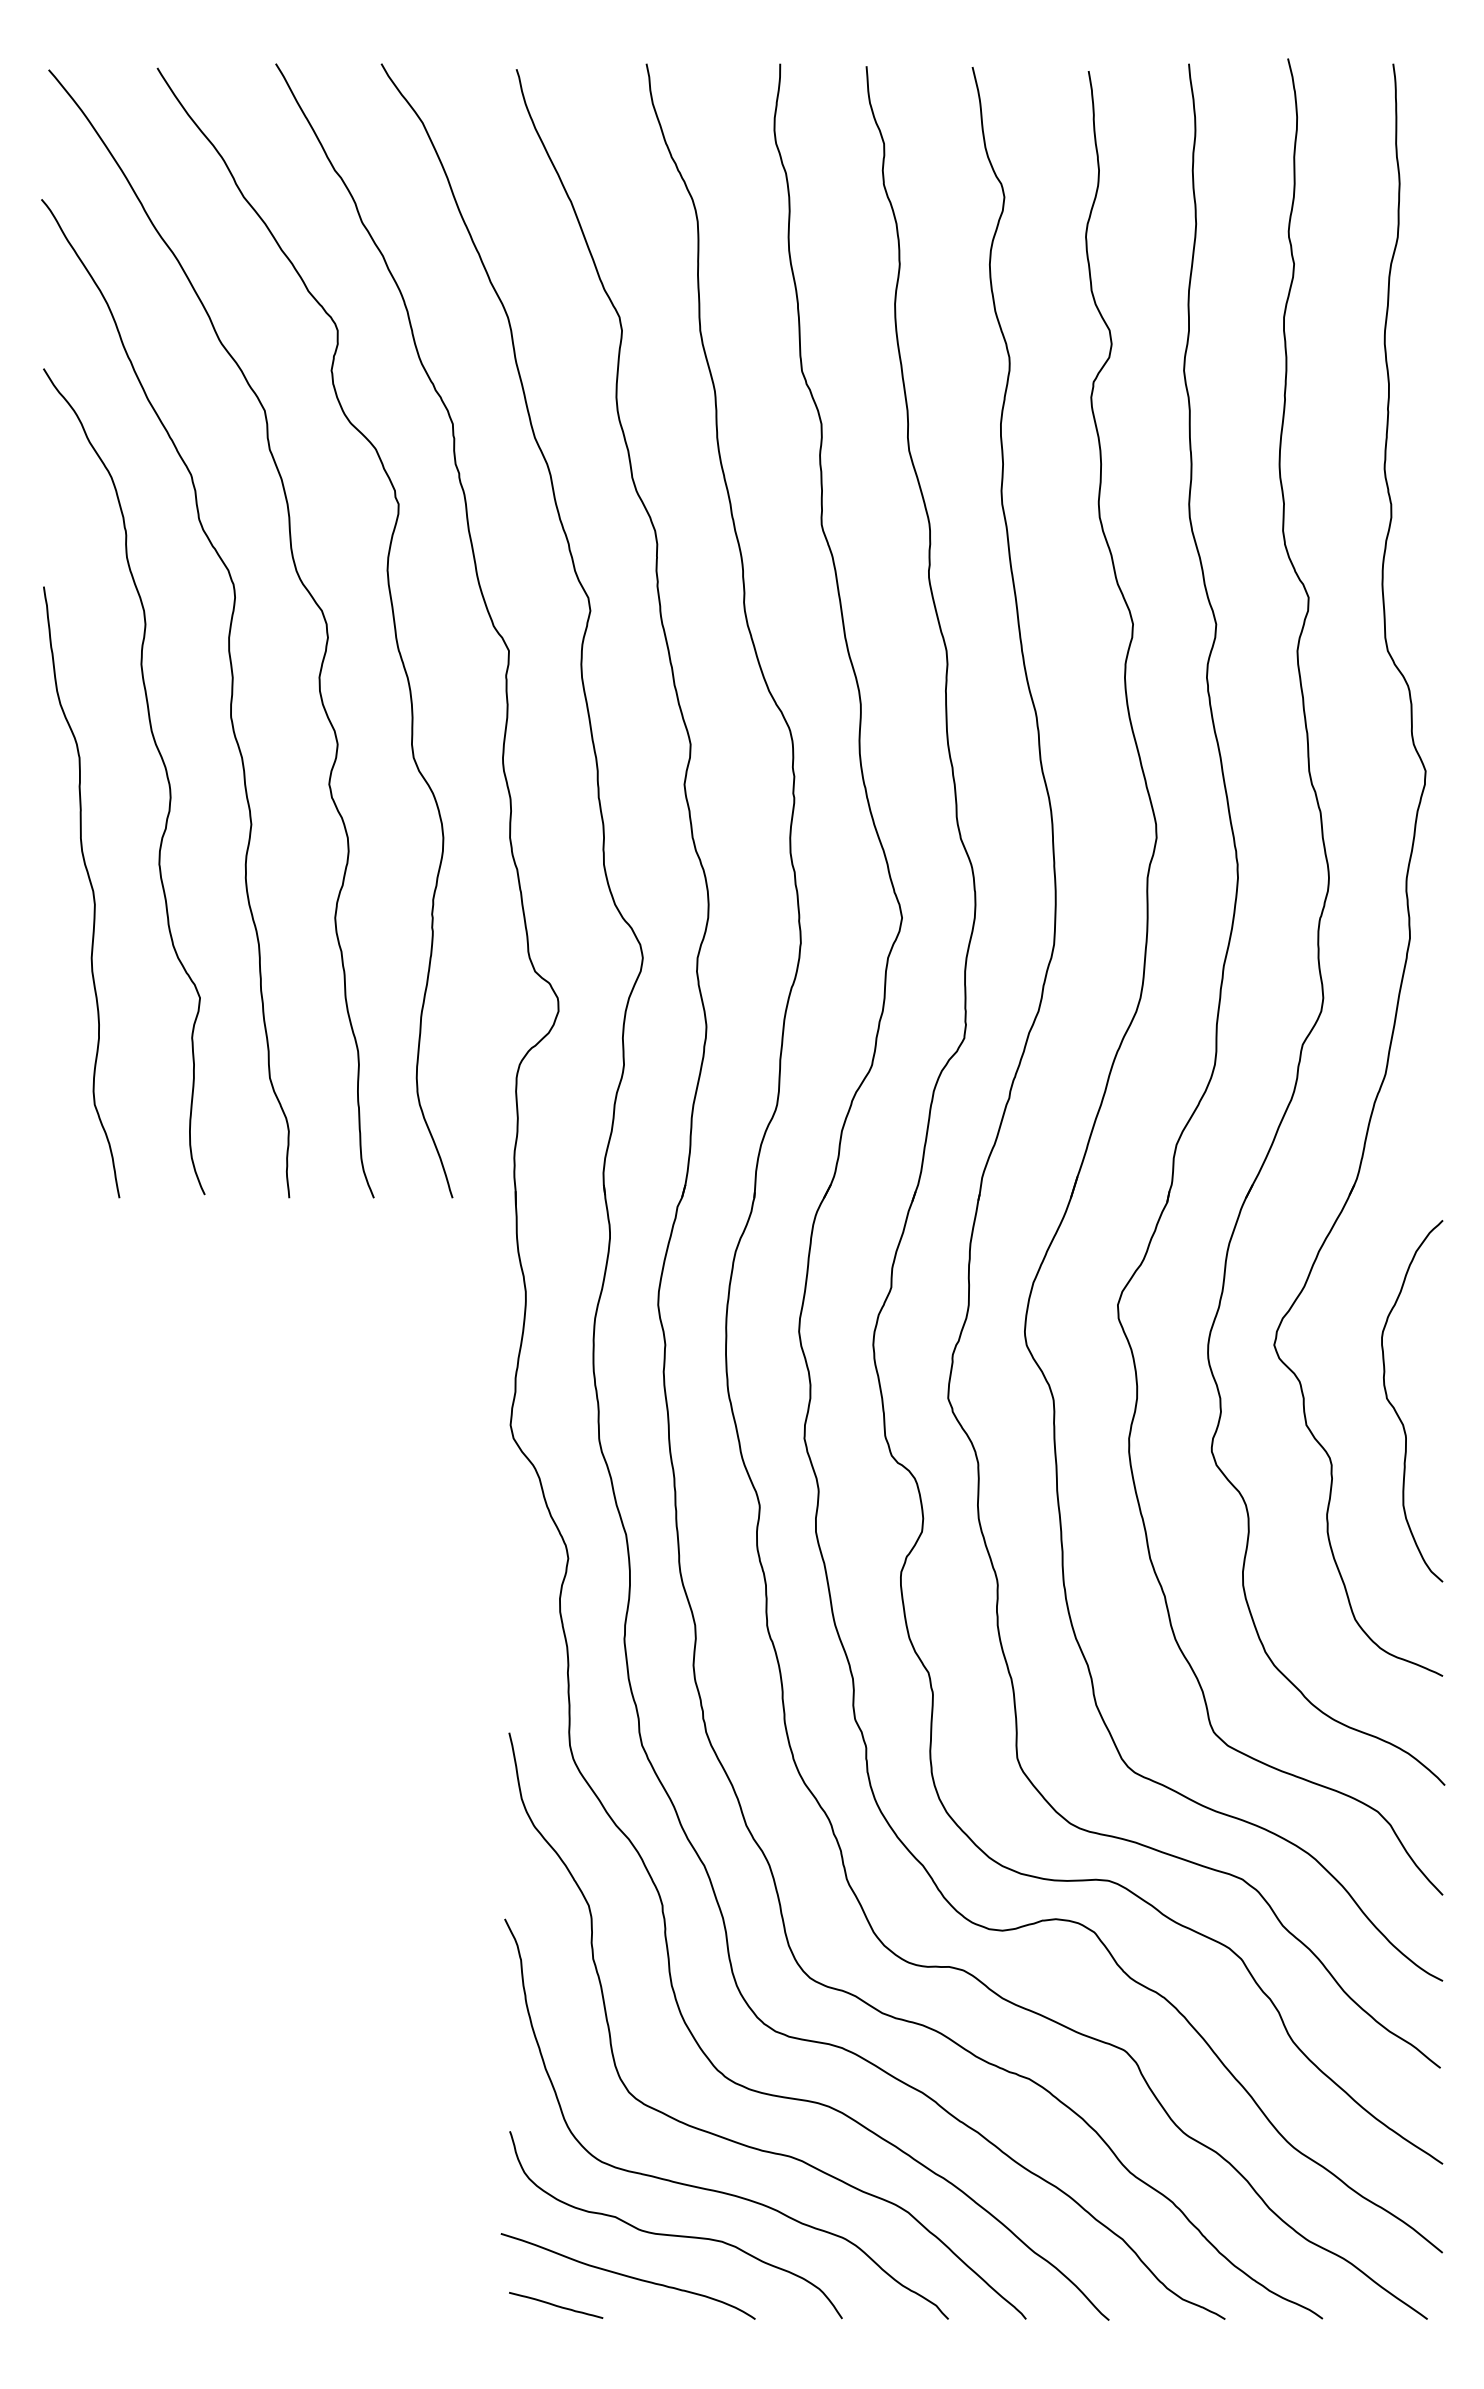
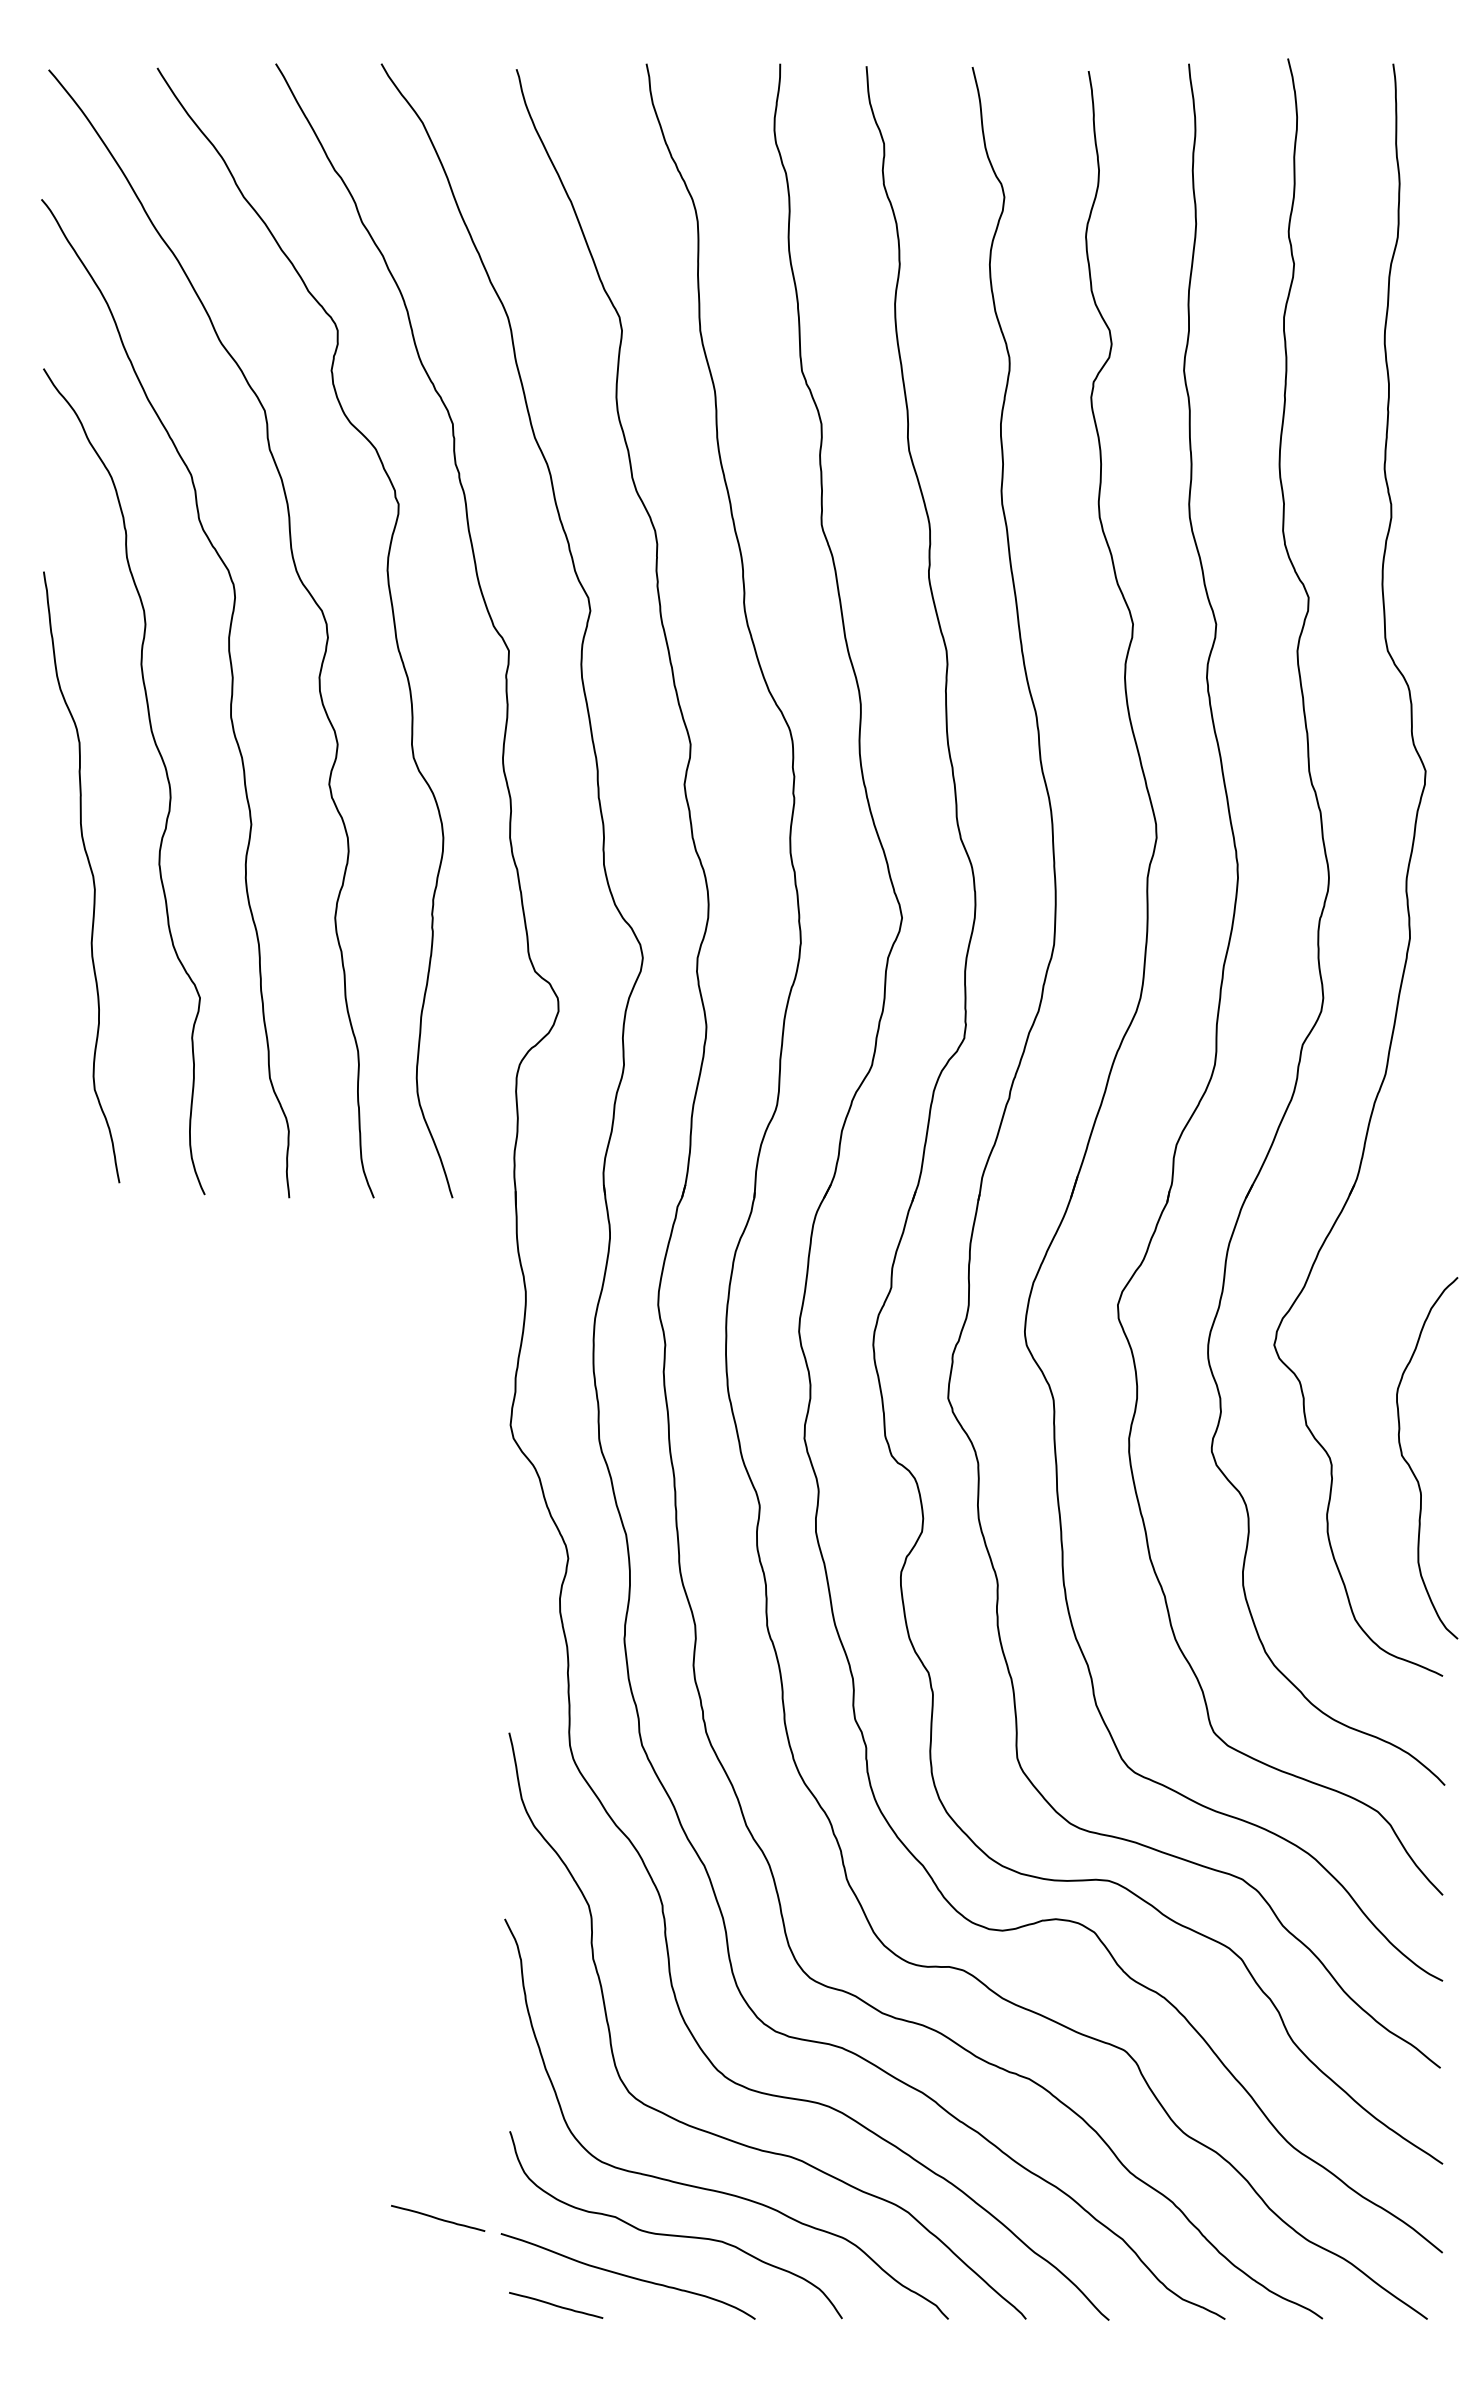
curve at (91, 889) position: (91, 889) -> (91, 874)
curve at (1396, 1410) position: (1396, 1410) -> (1411, 1467)
line at (438, 2218): none -> present
